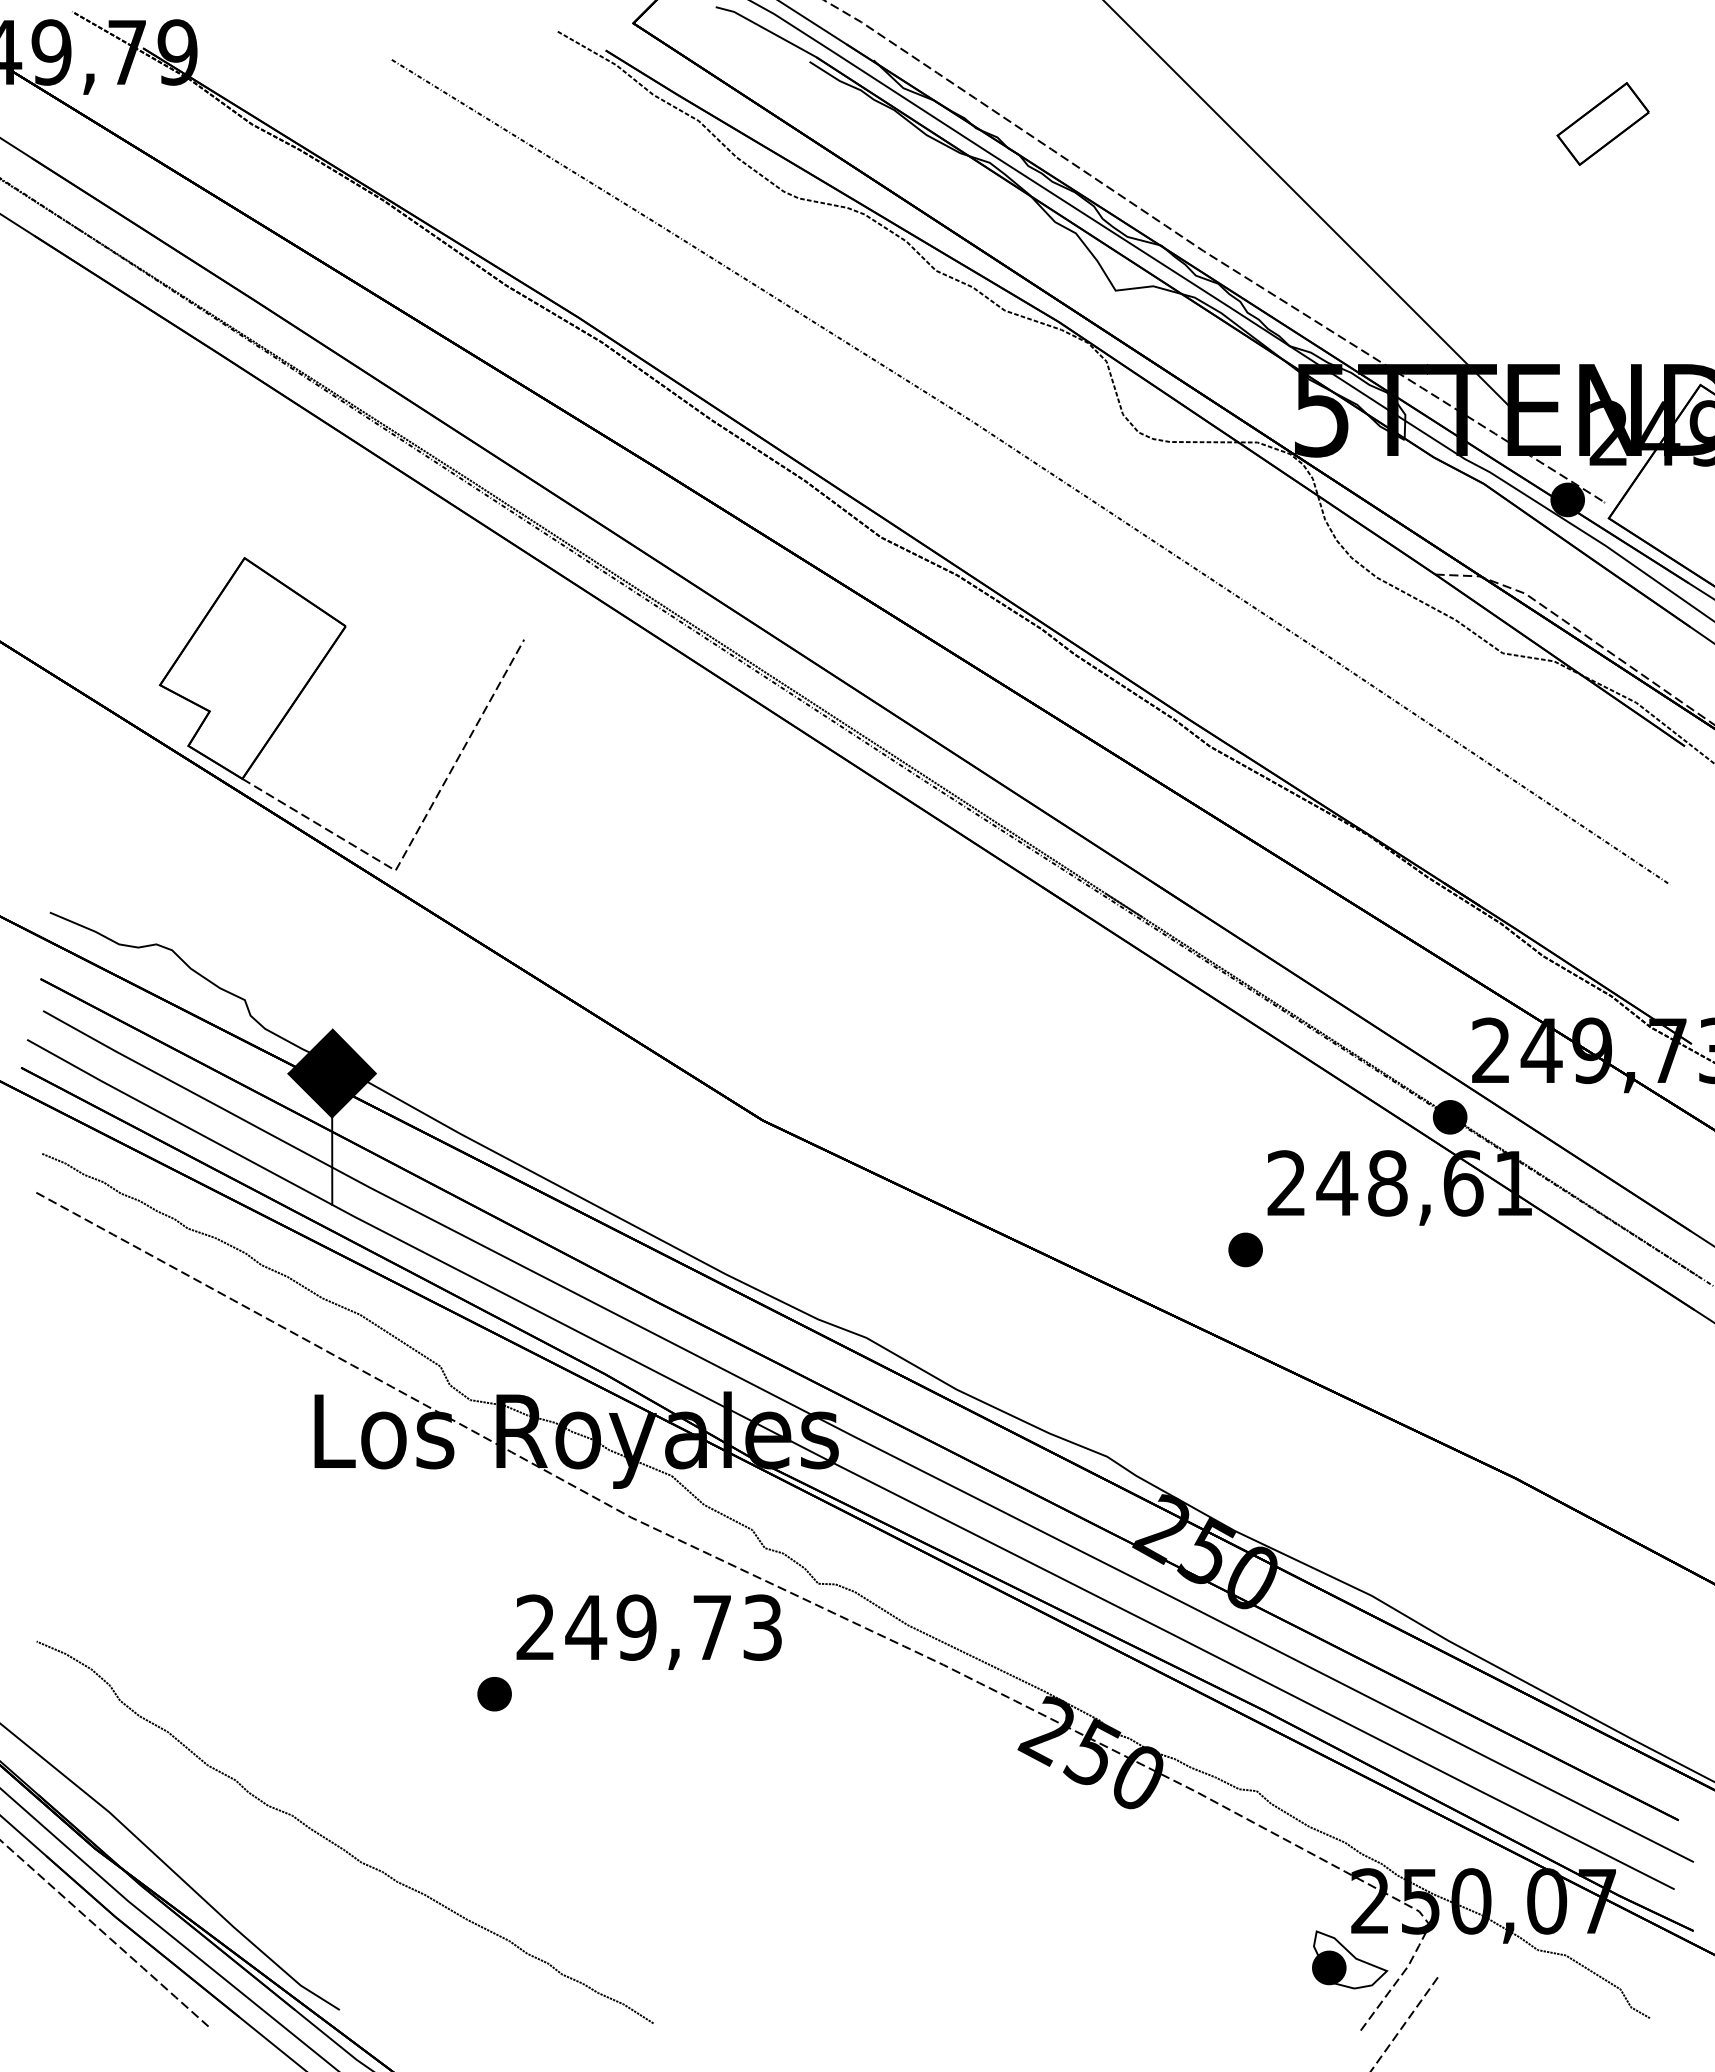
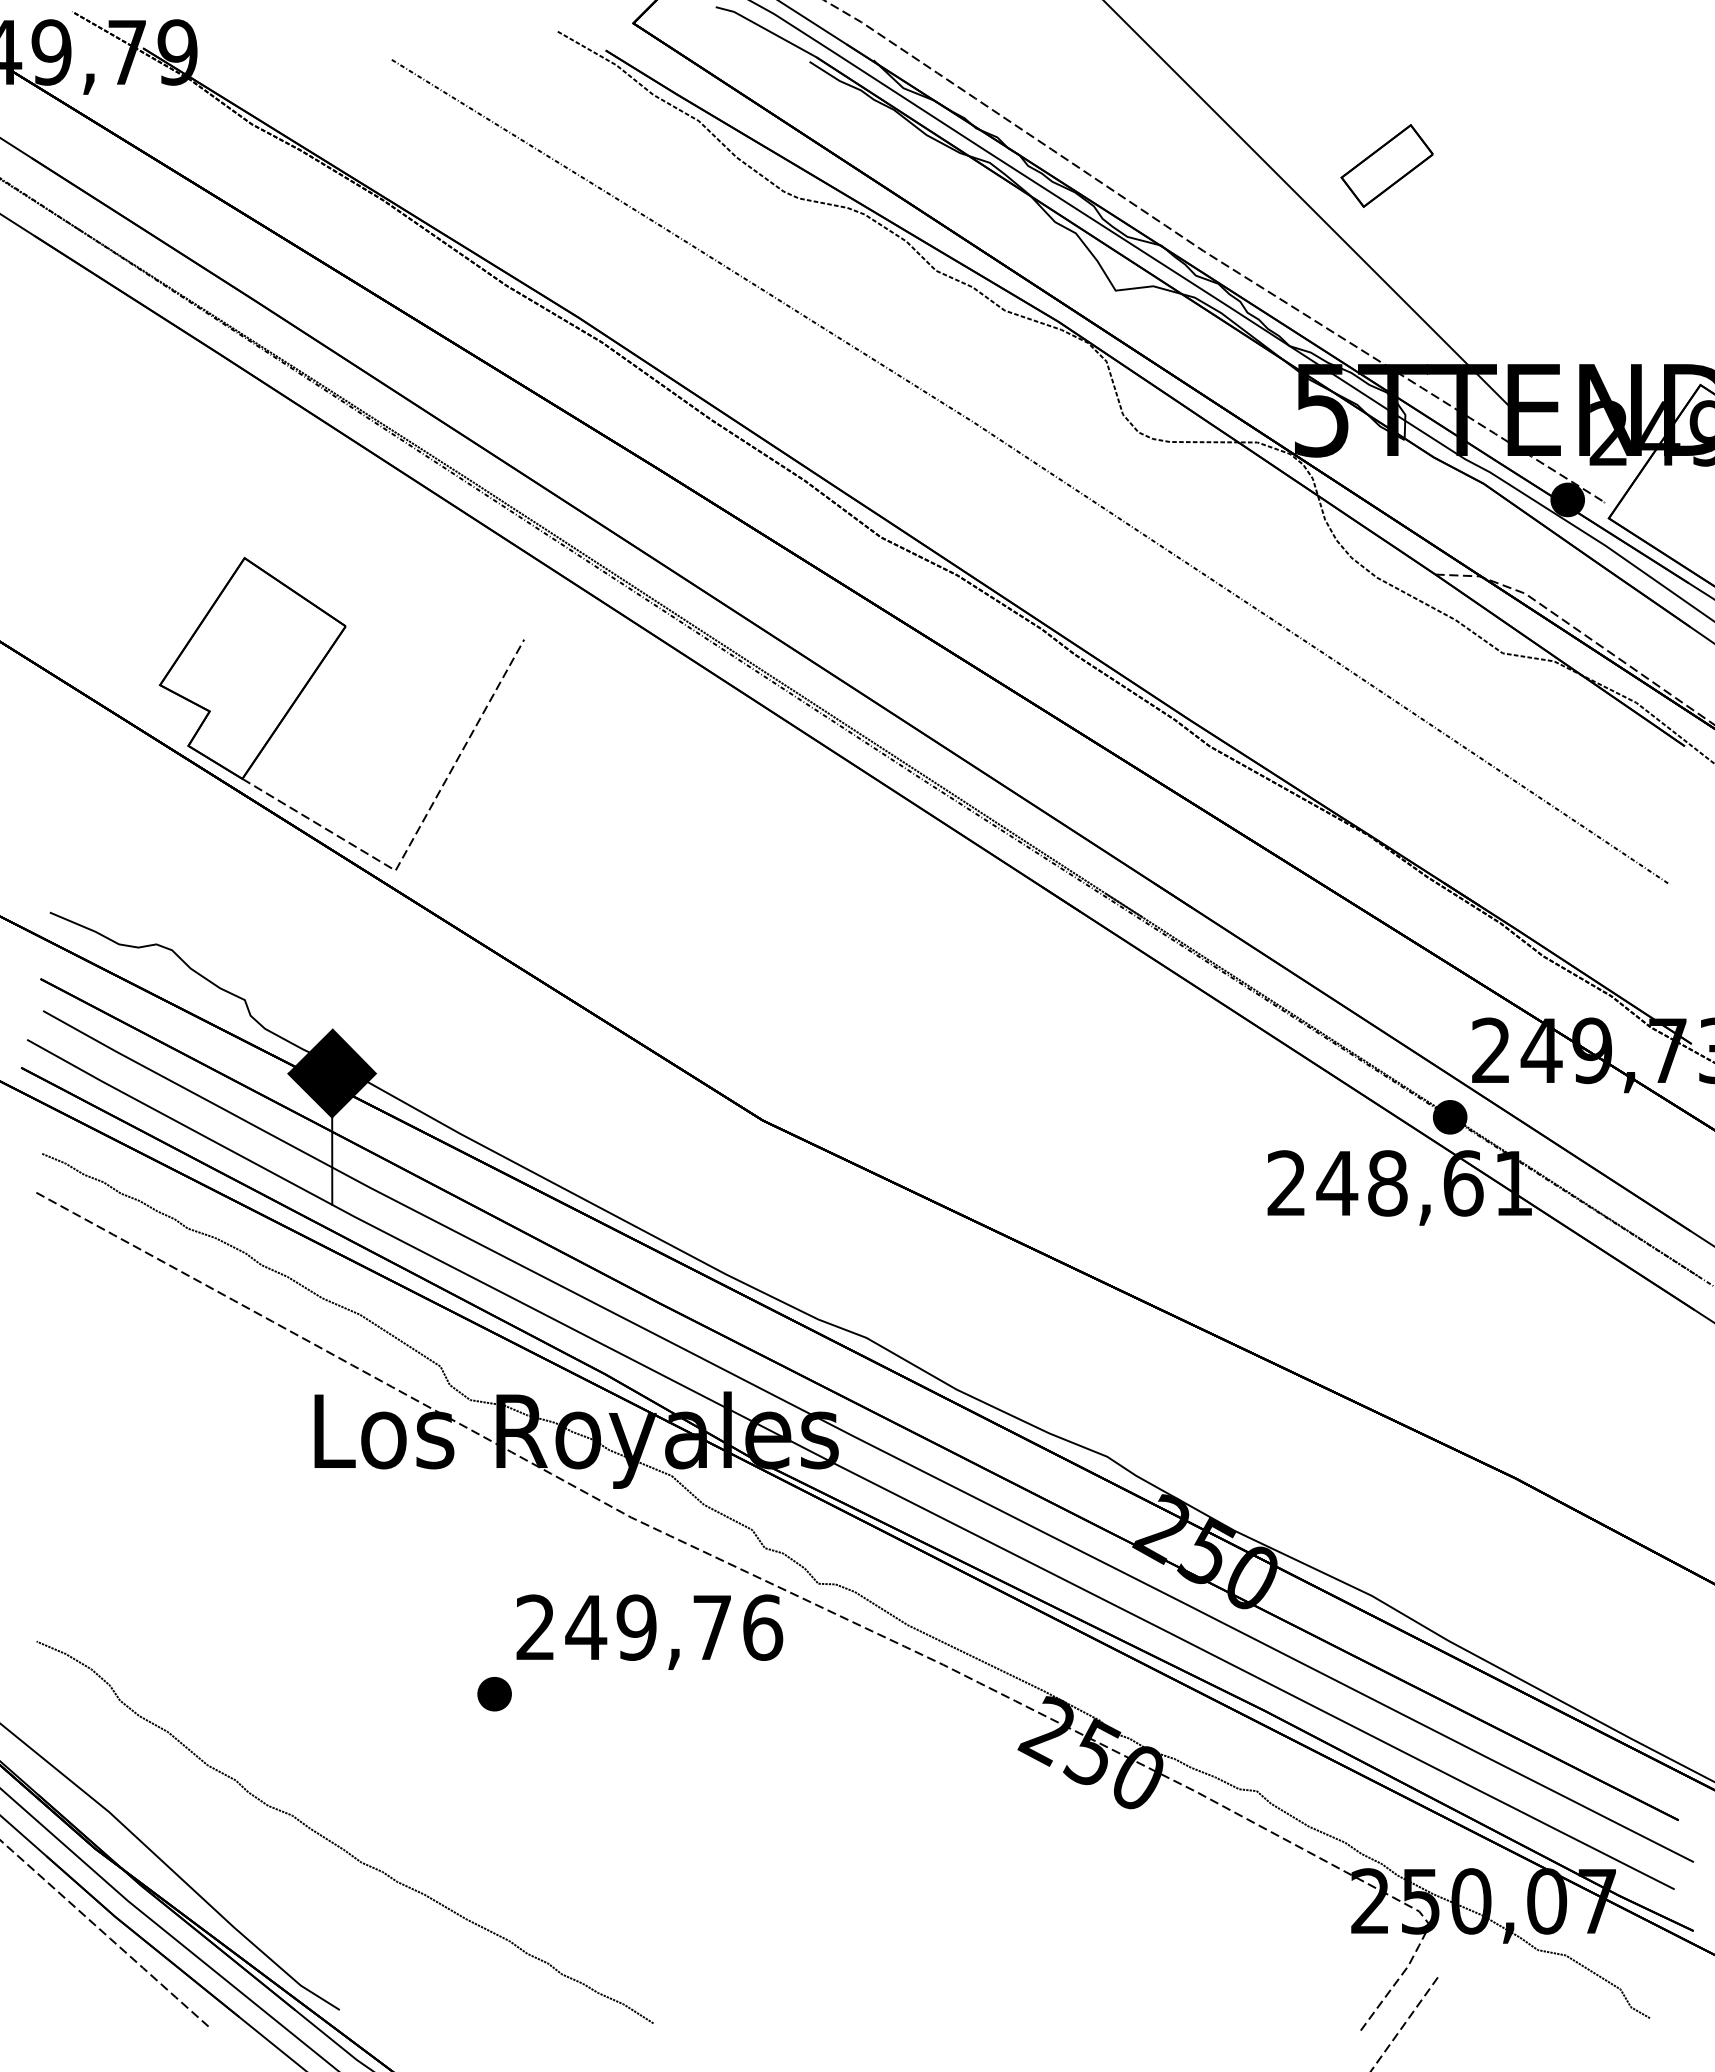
part at (1602, 123) position: (1602, 123) -> (1386, 165)
part at (1245, 1249): present -> none
text at (763, 1627): 249,73 -> 249,76
part at (1350, 1959): present -> none
